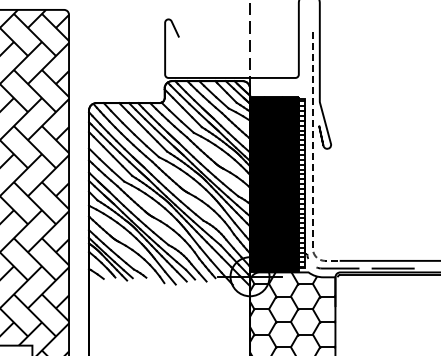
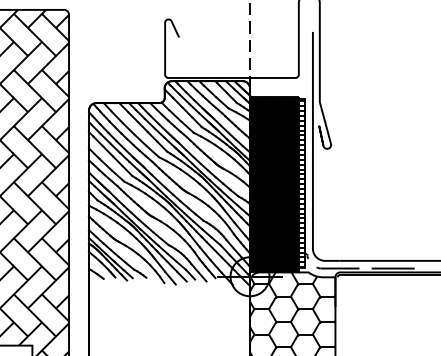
line at (312, 164): dashed -> solid
